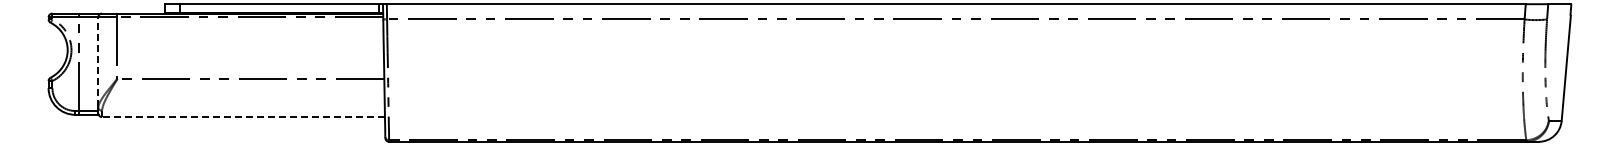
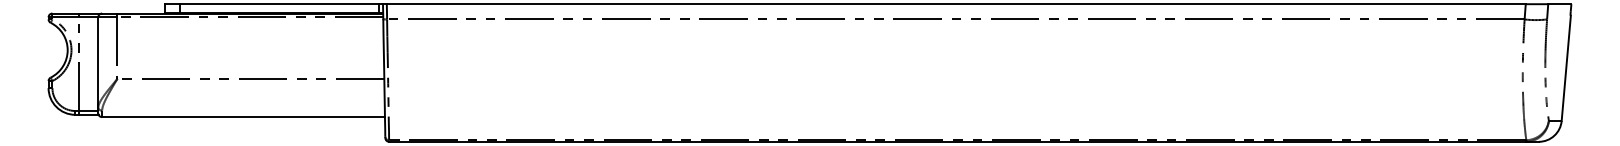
line at (98, 61): dashed -> solid
line at (243, 117): dashed -> solid
